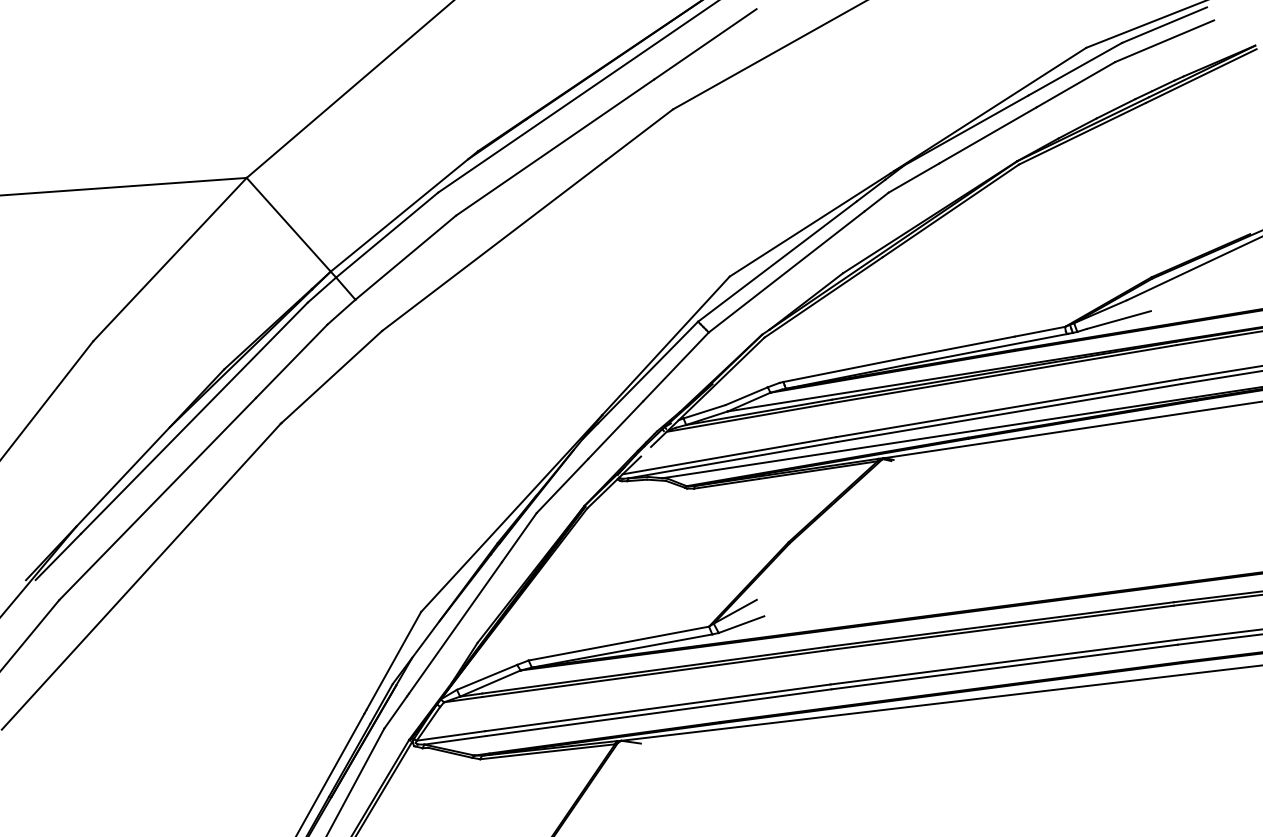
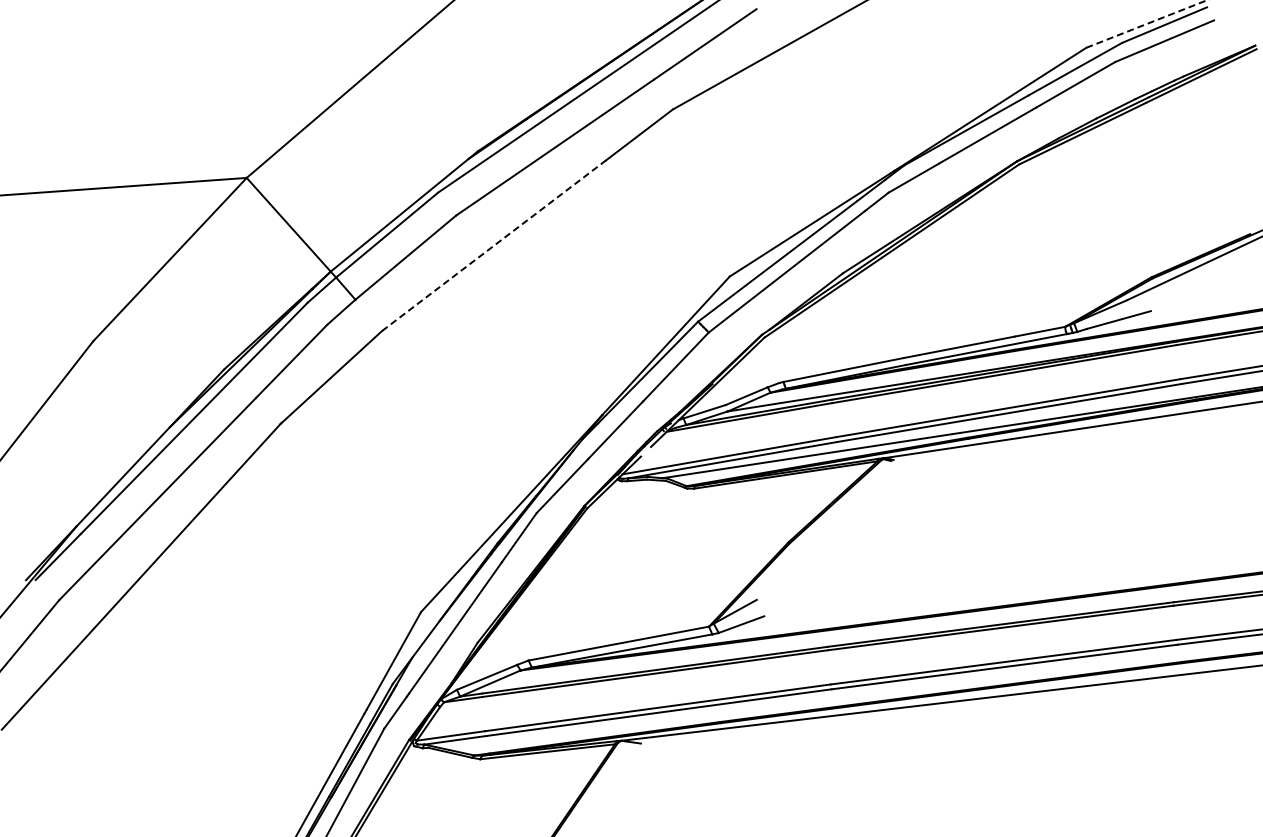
line at (1147, 23): solid -> dashed
line at (494, 245): solid -> dashed
